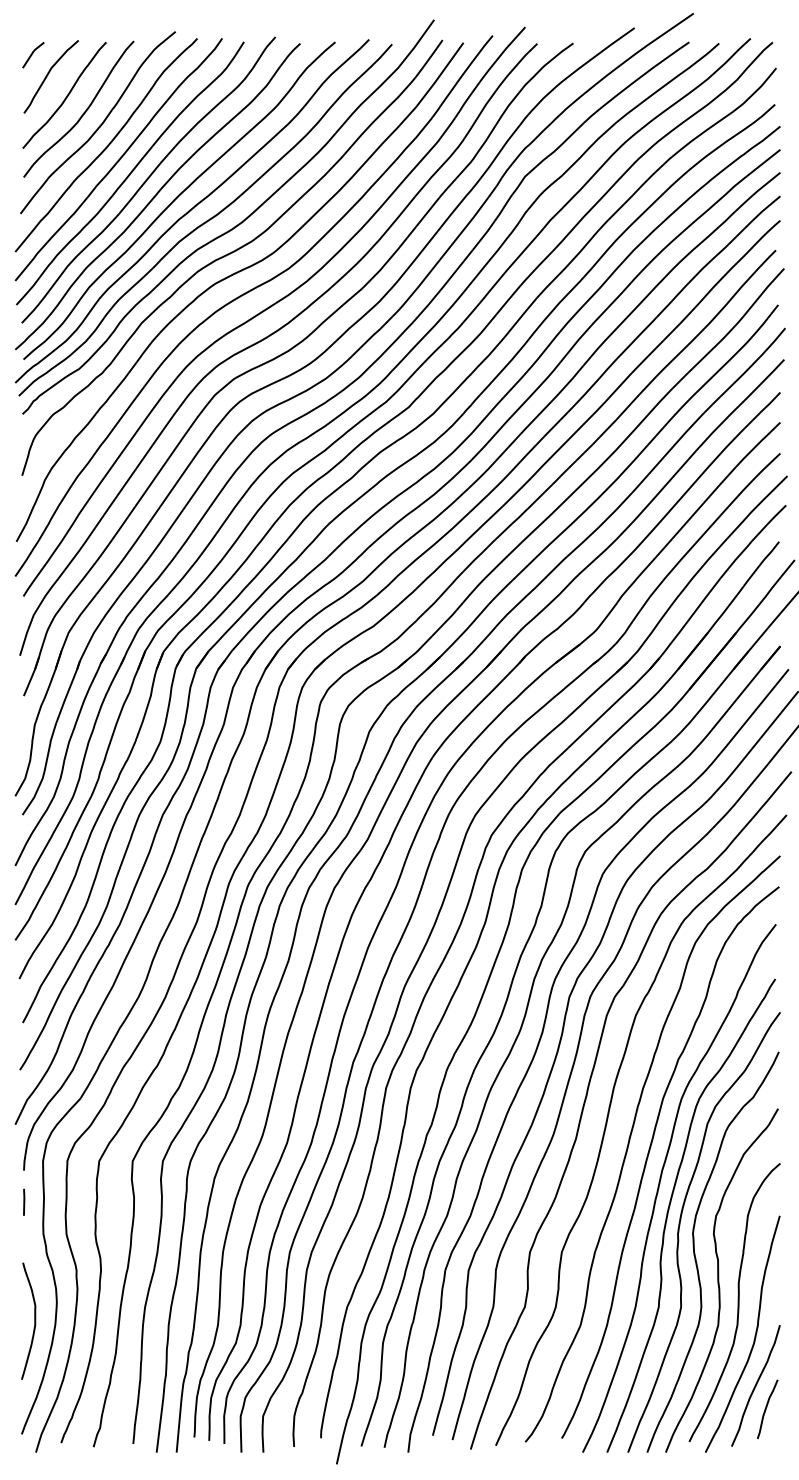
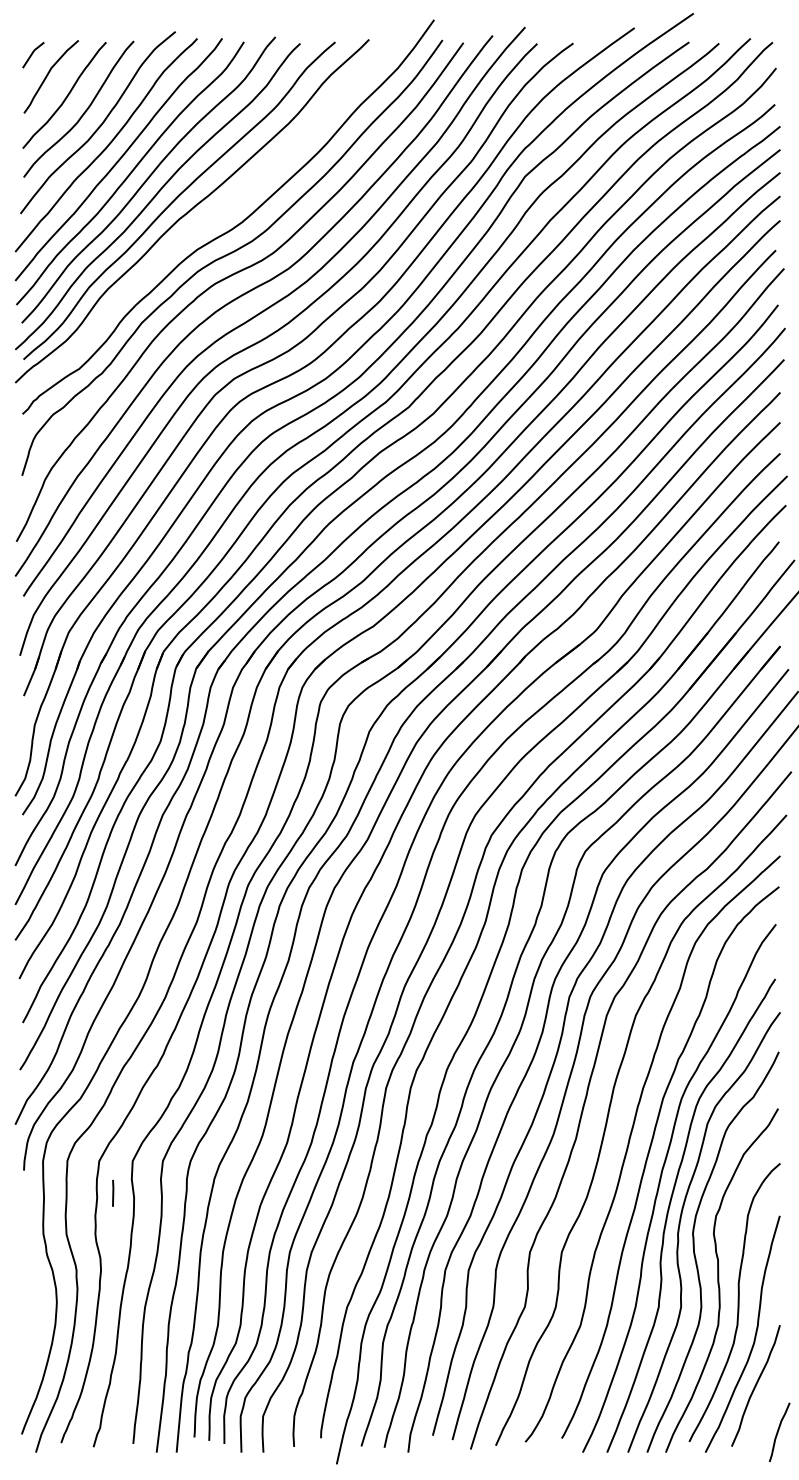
curve at (206, 220): present -> none
line at (24, 1201) position: (24, 1201) -> (113, 1192)
curve at (34, 1320): present -> none
curve at (766, 1409) position: (766, 1409) -> (778, 1432)
